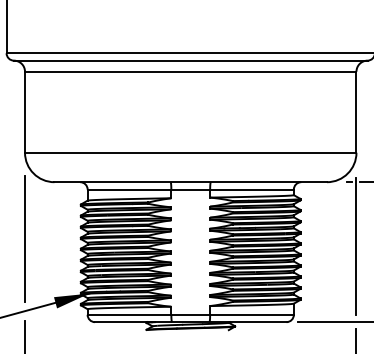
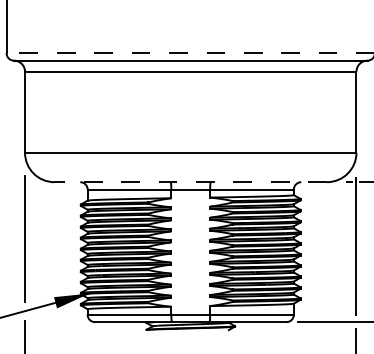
line at (190, 53): solid -> dashed
line at (190, 182): solid -> dashed
